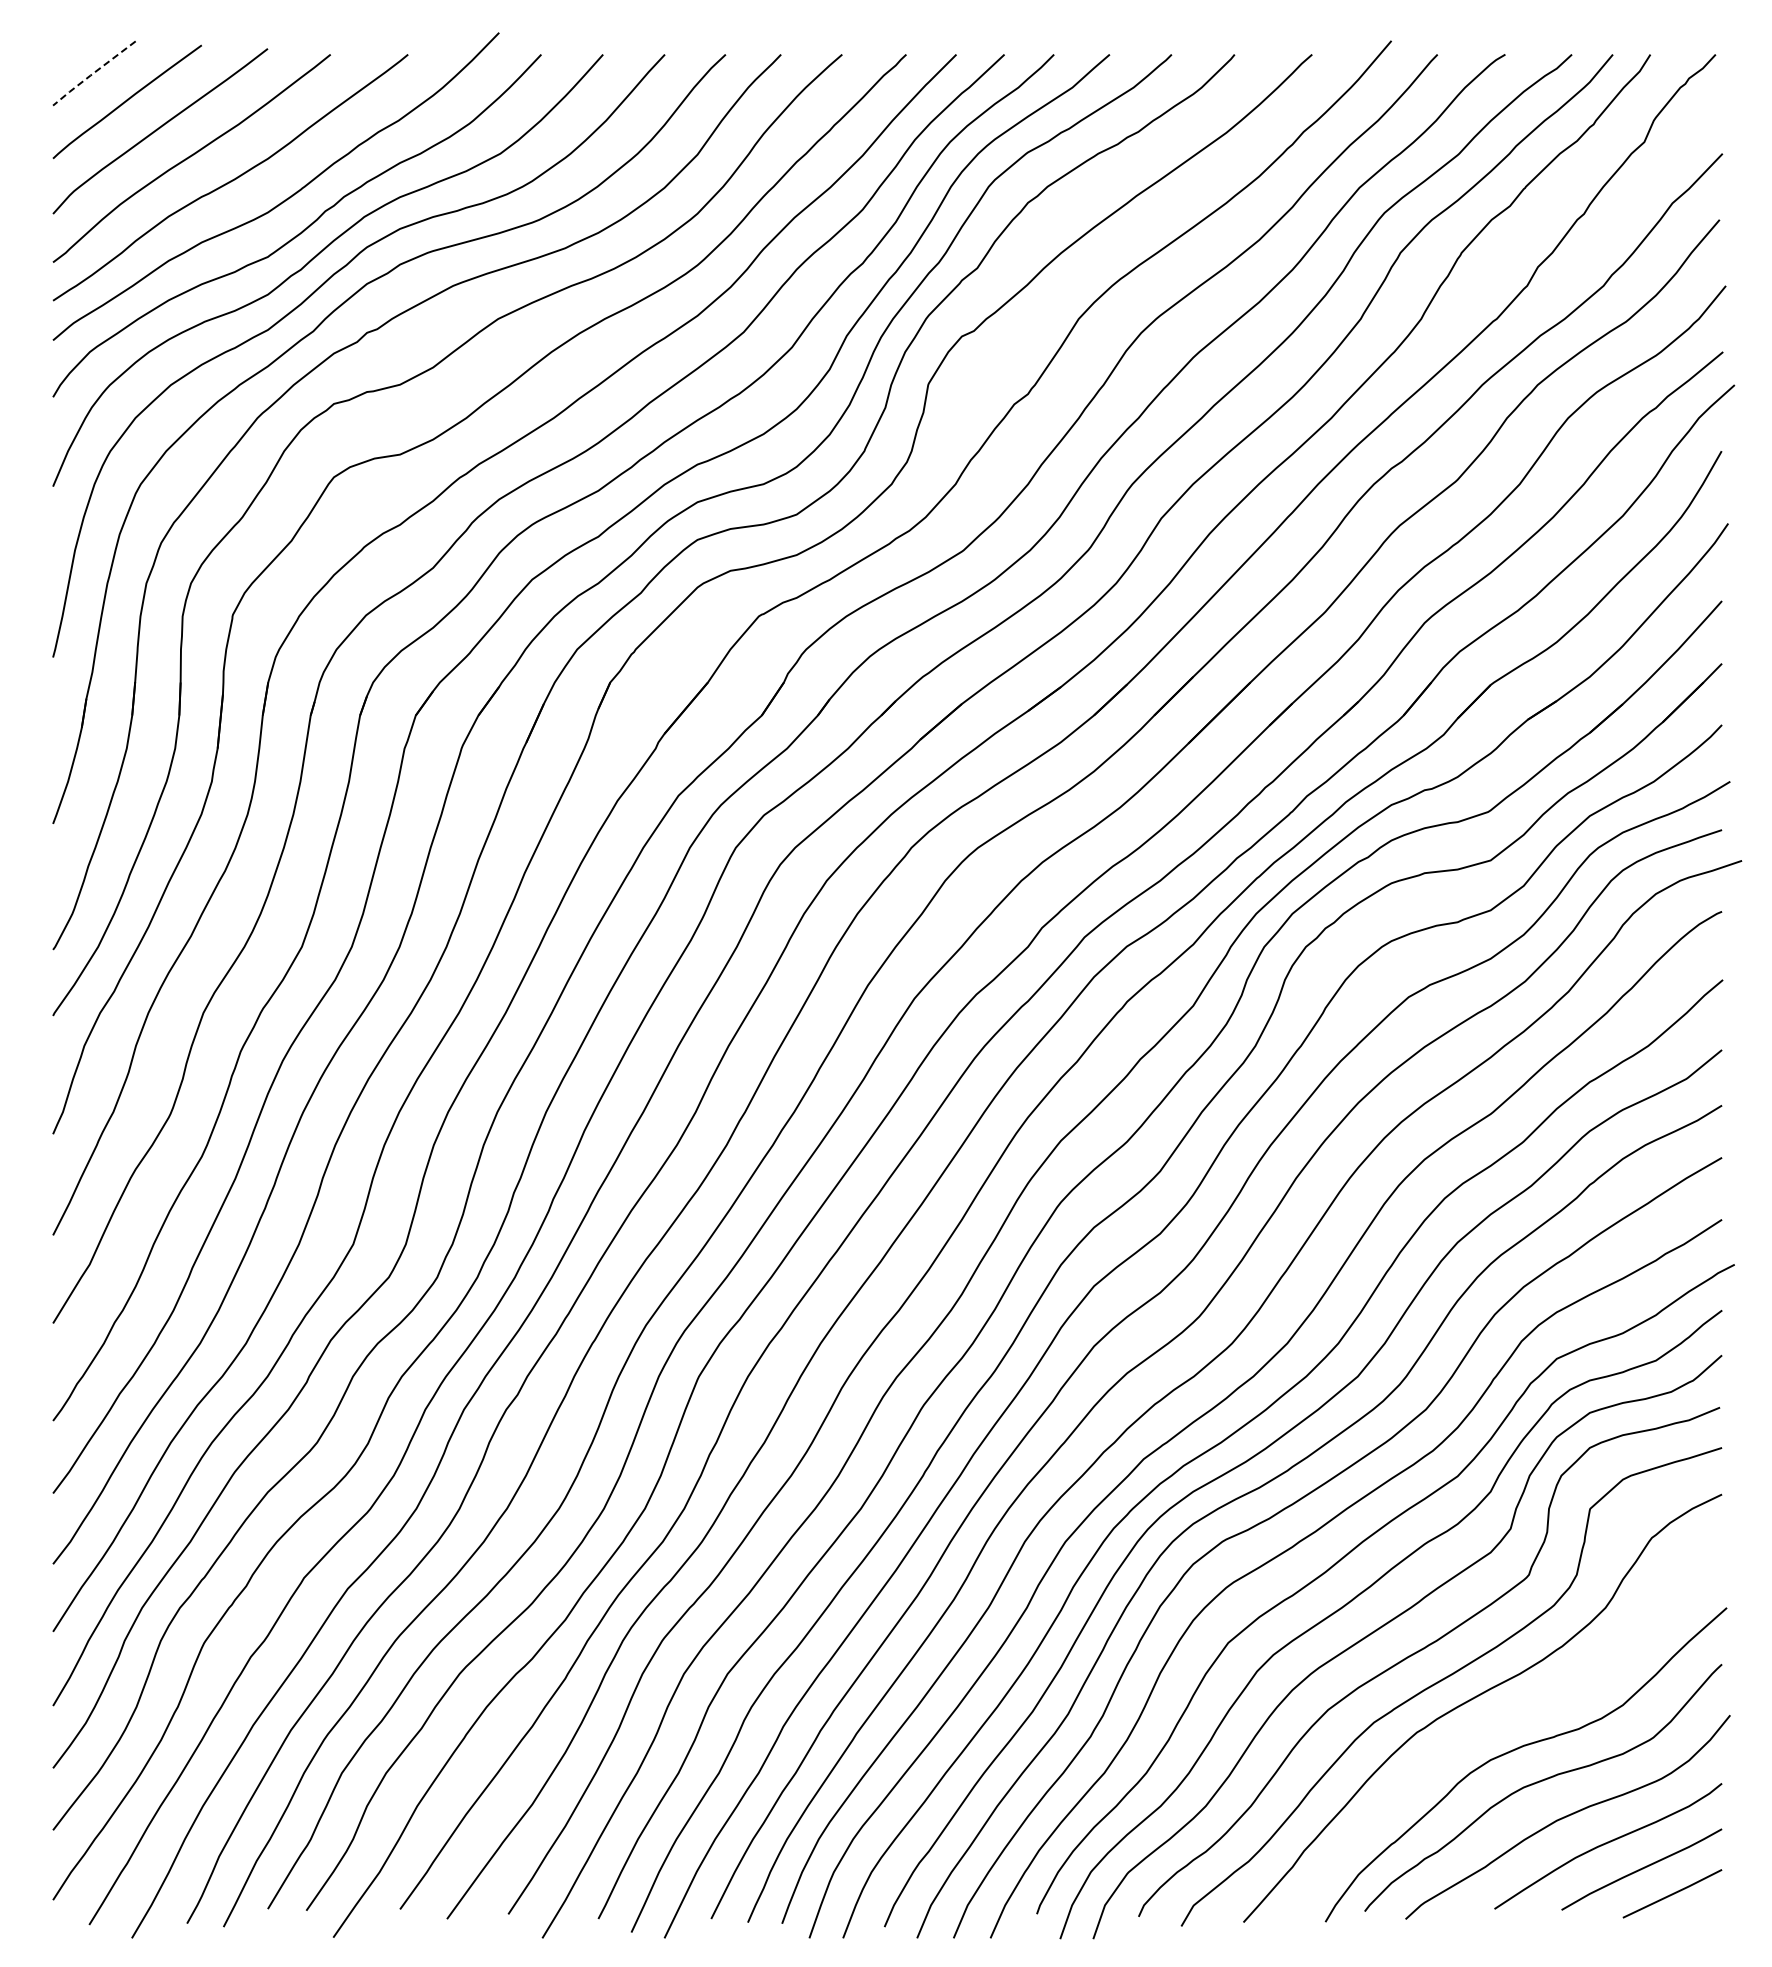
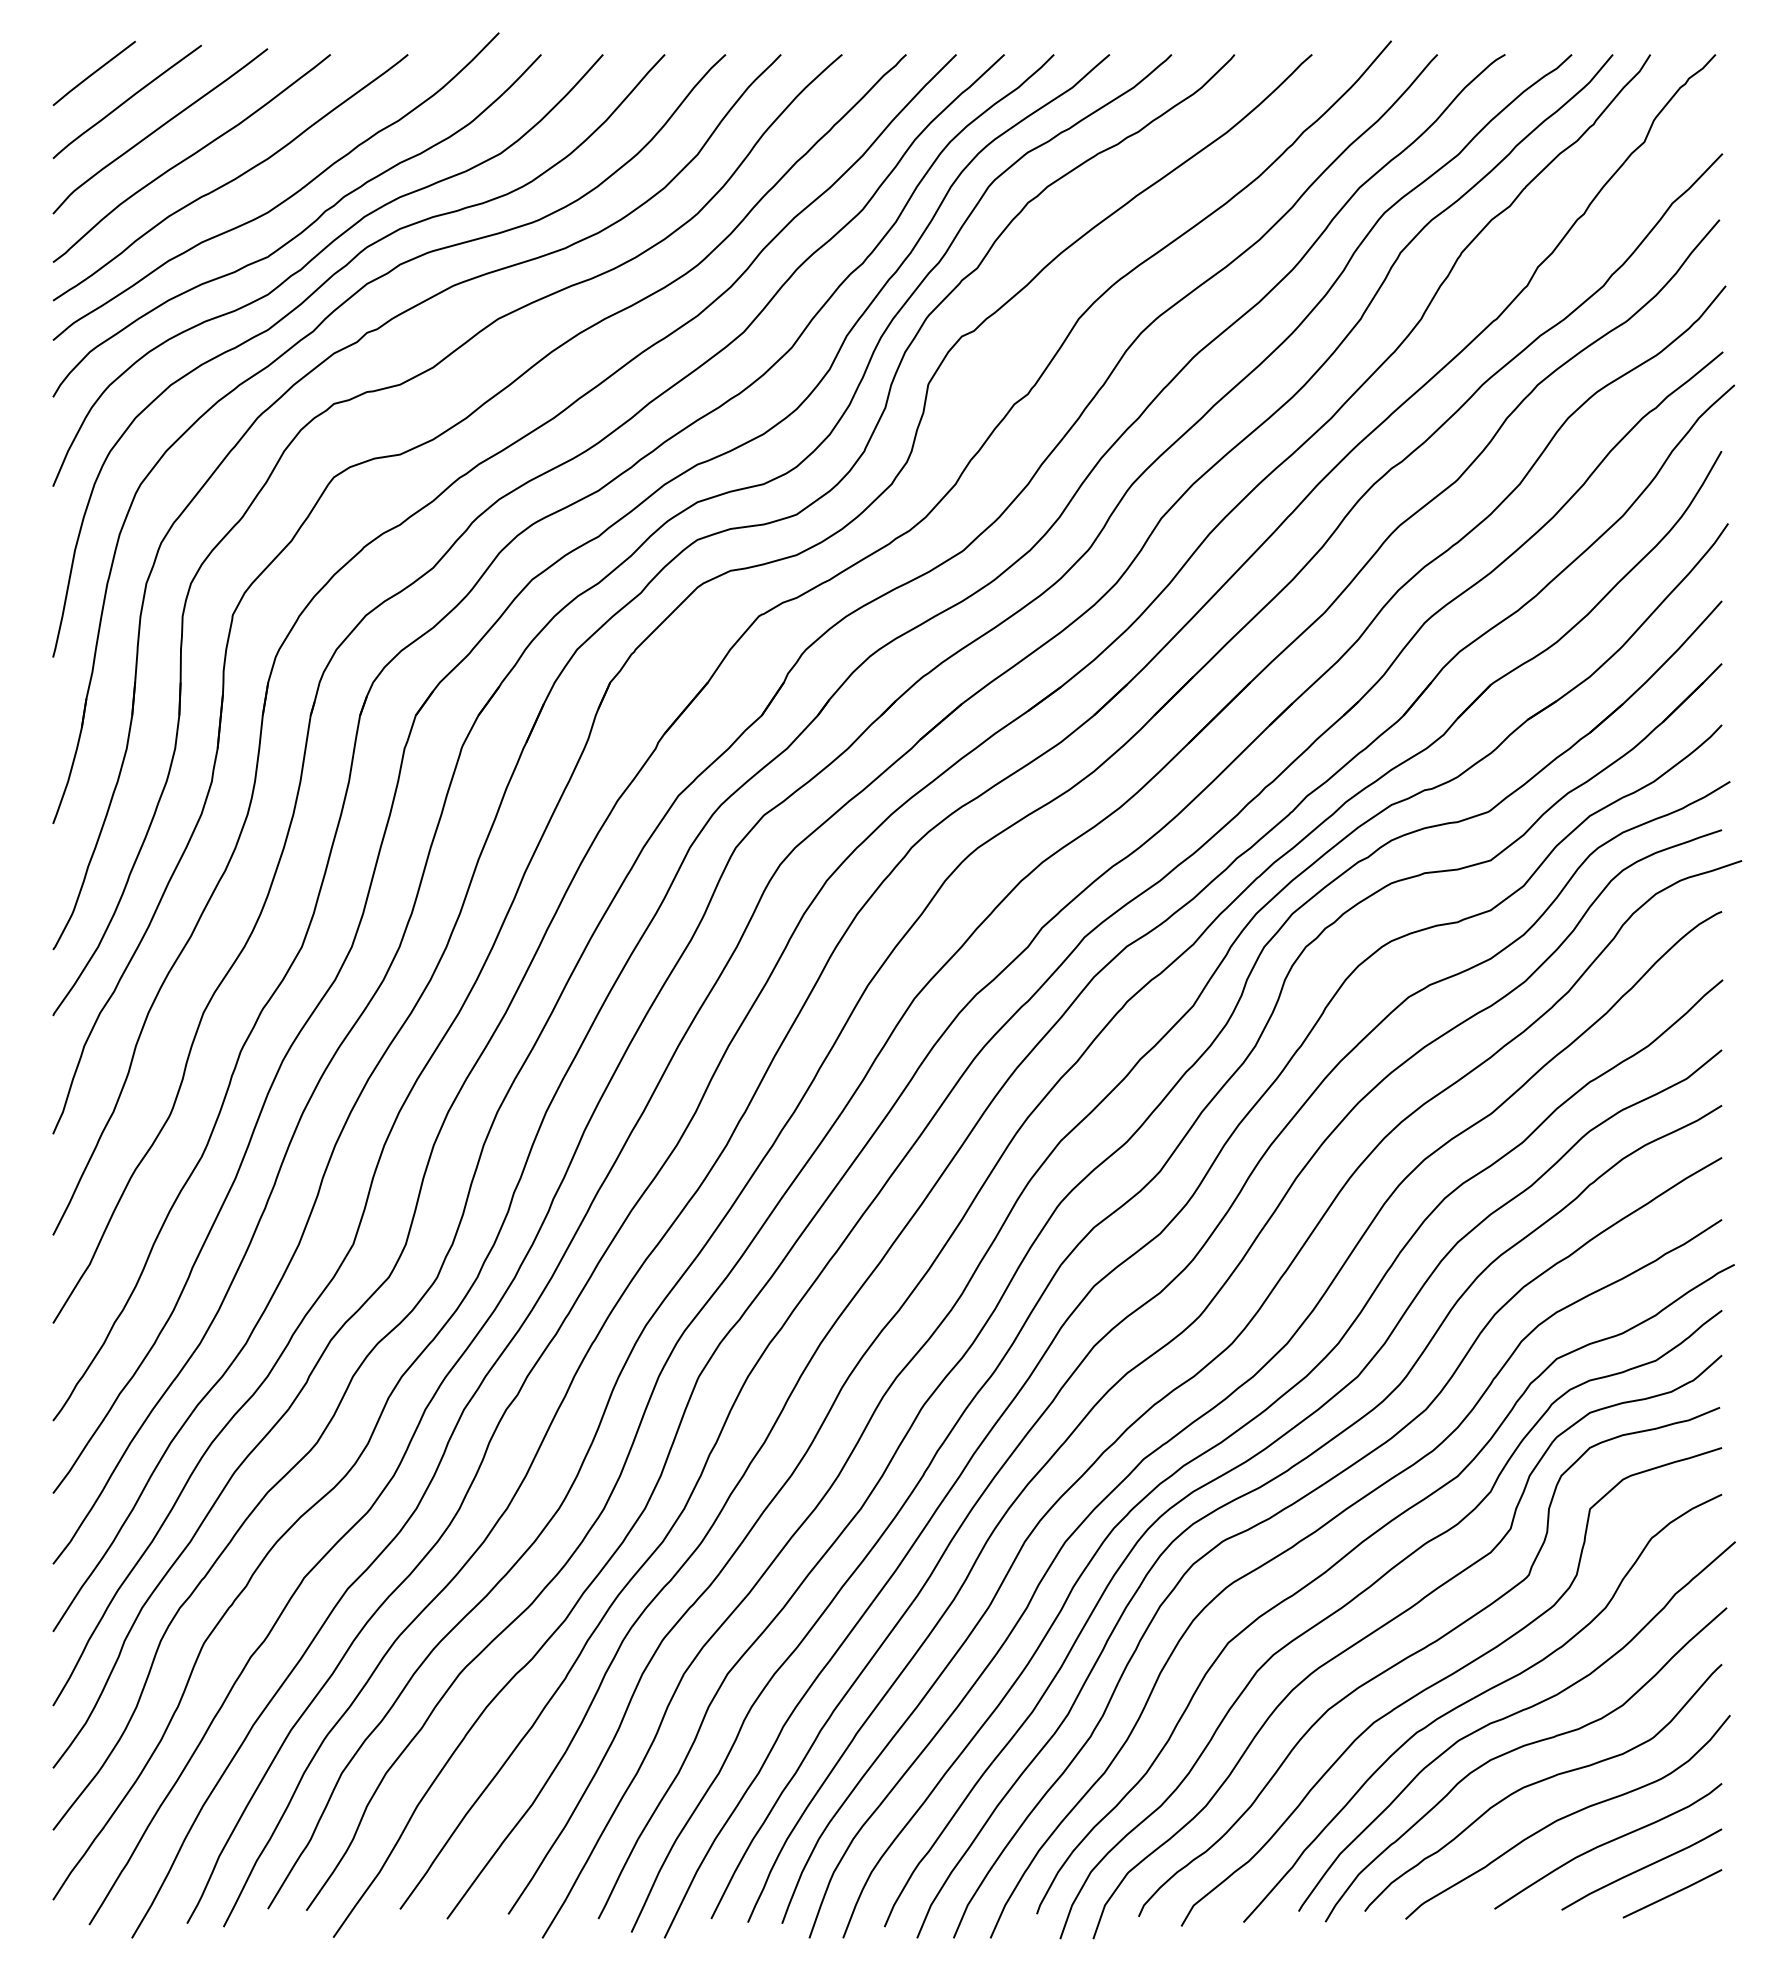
line at (92, 73): dashed -> solid
curve at (1511, 1716): none -> present
